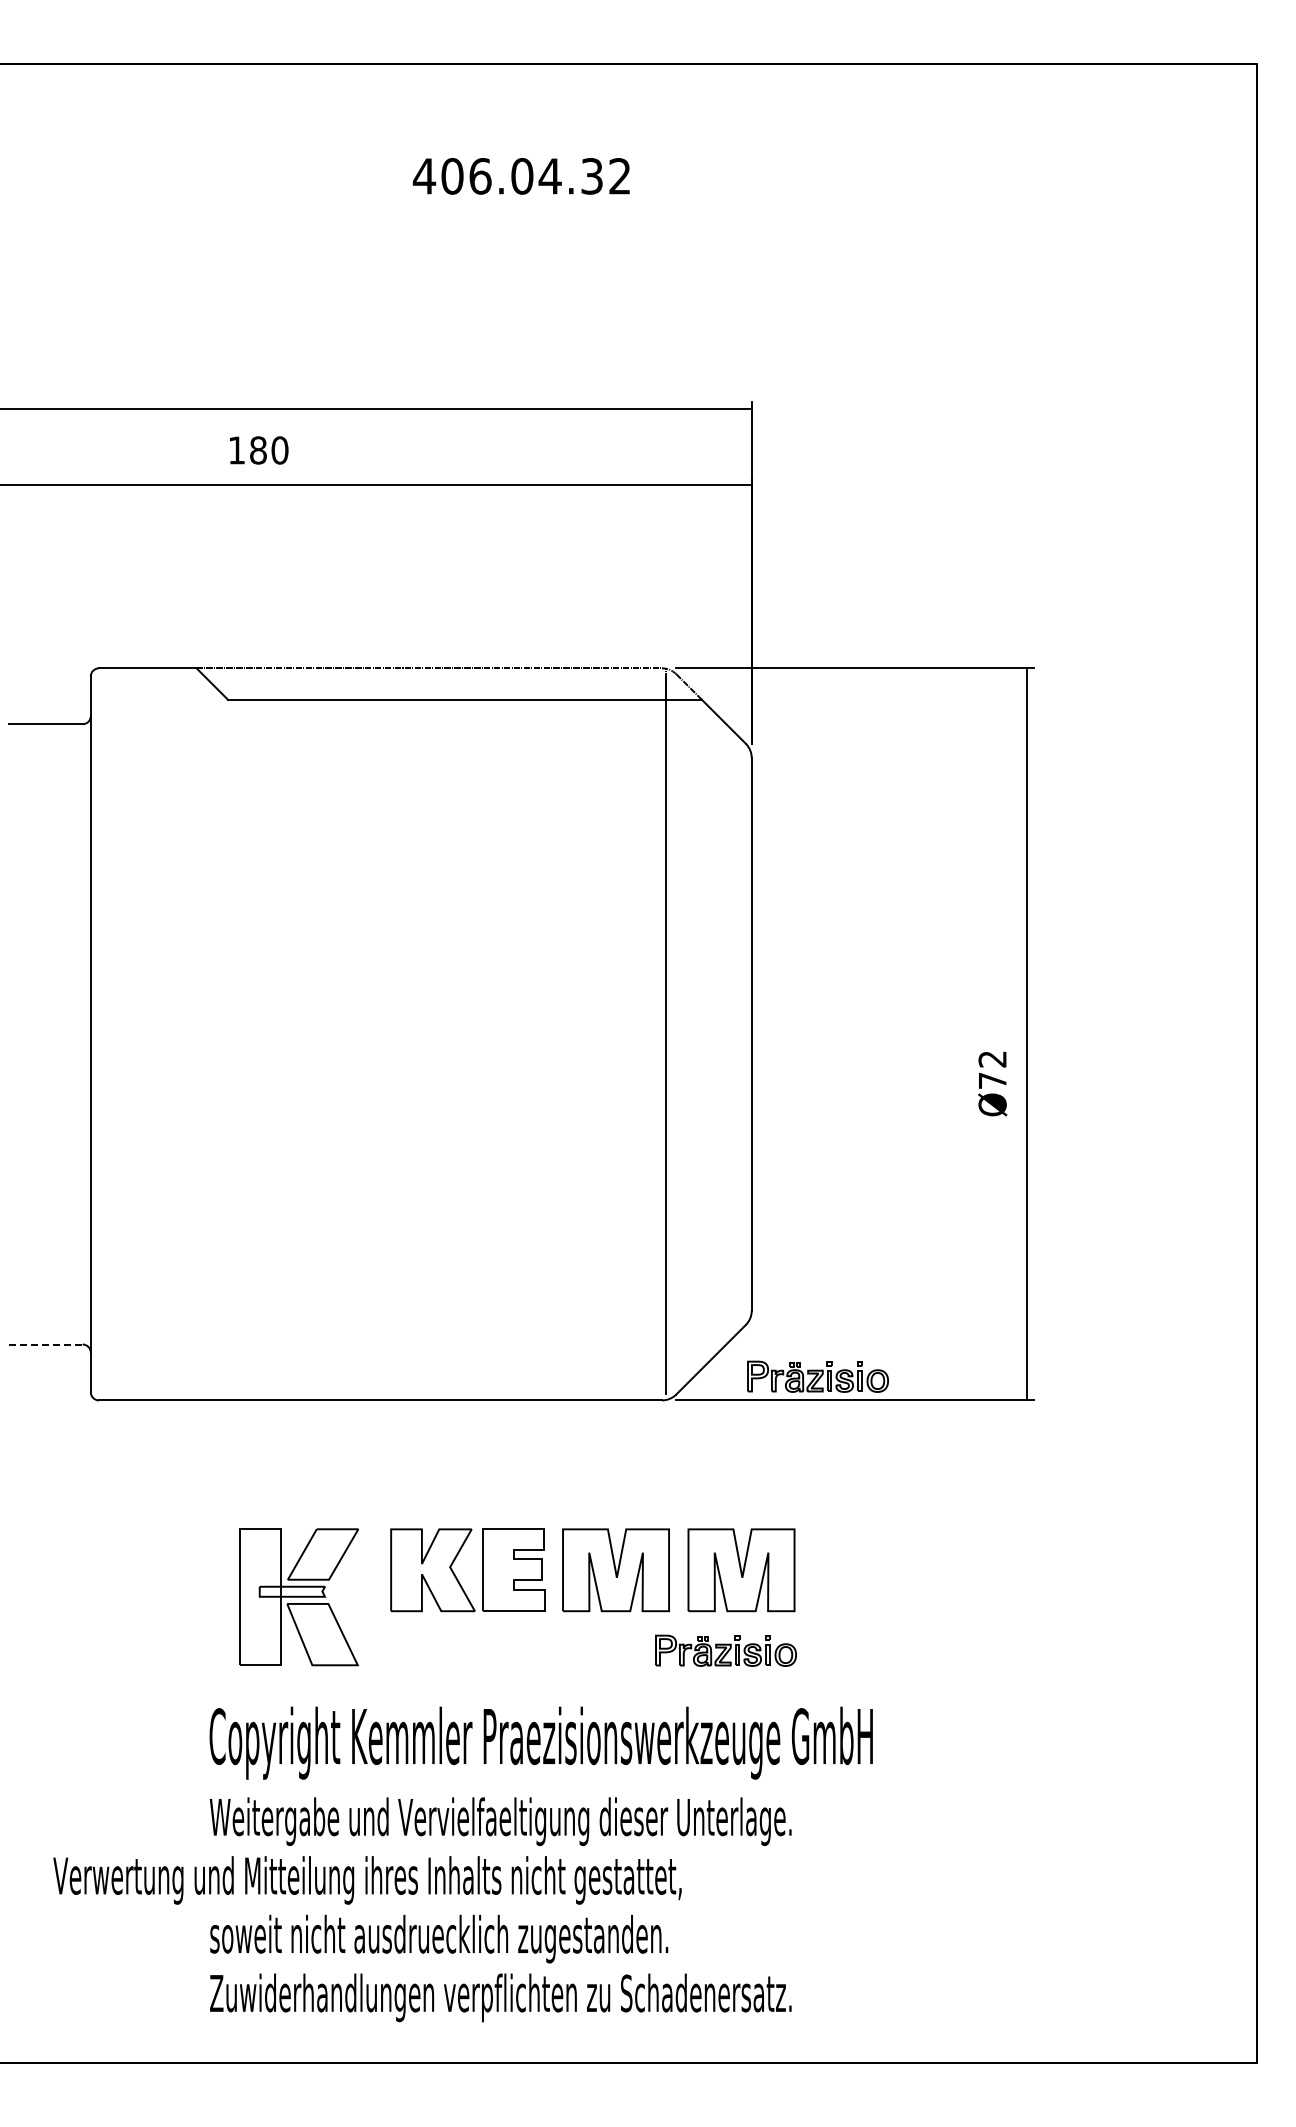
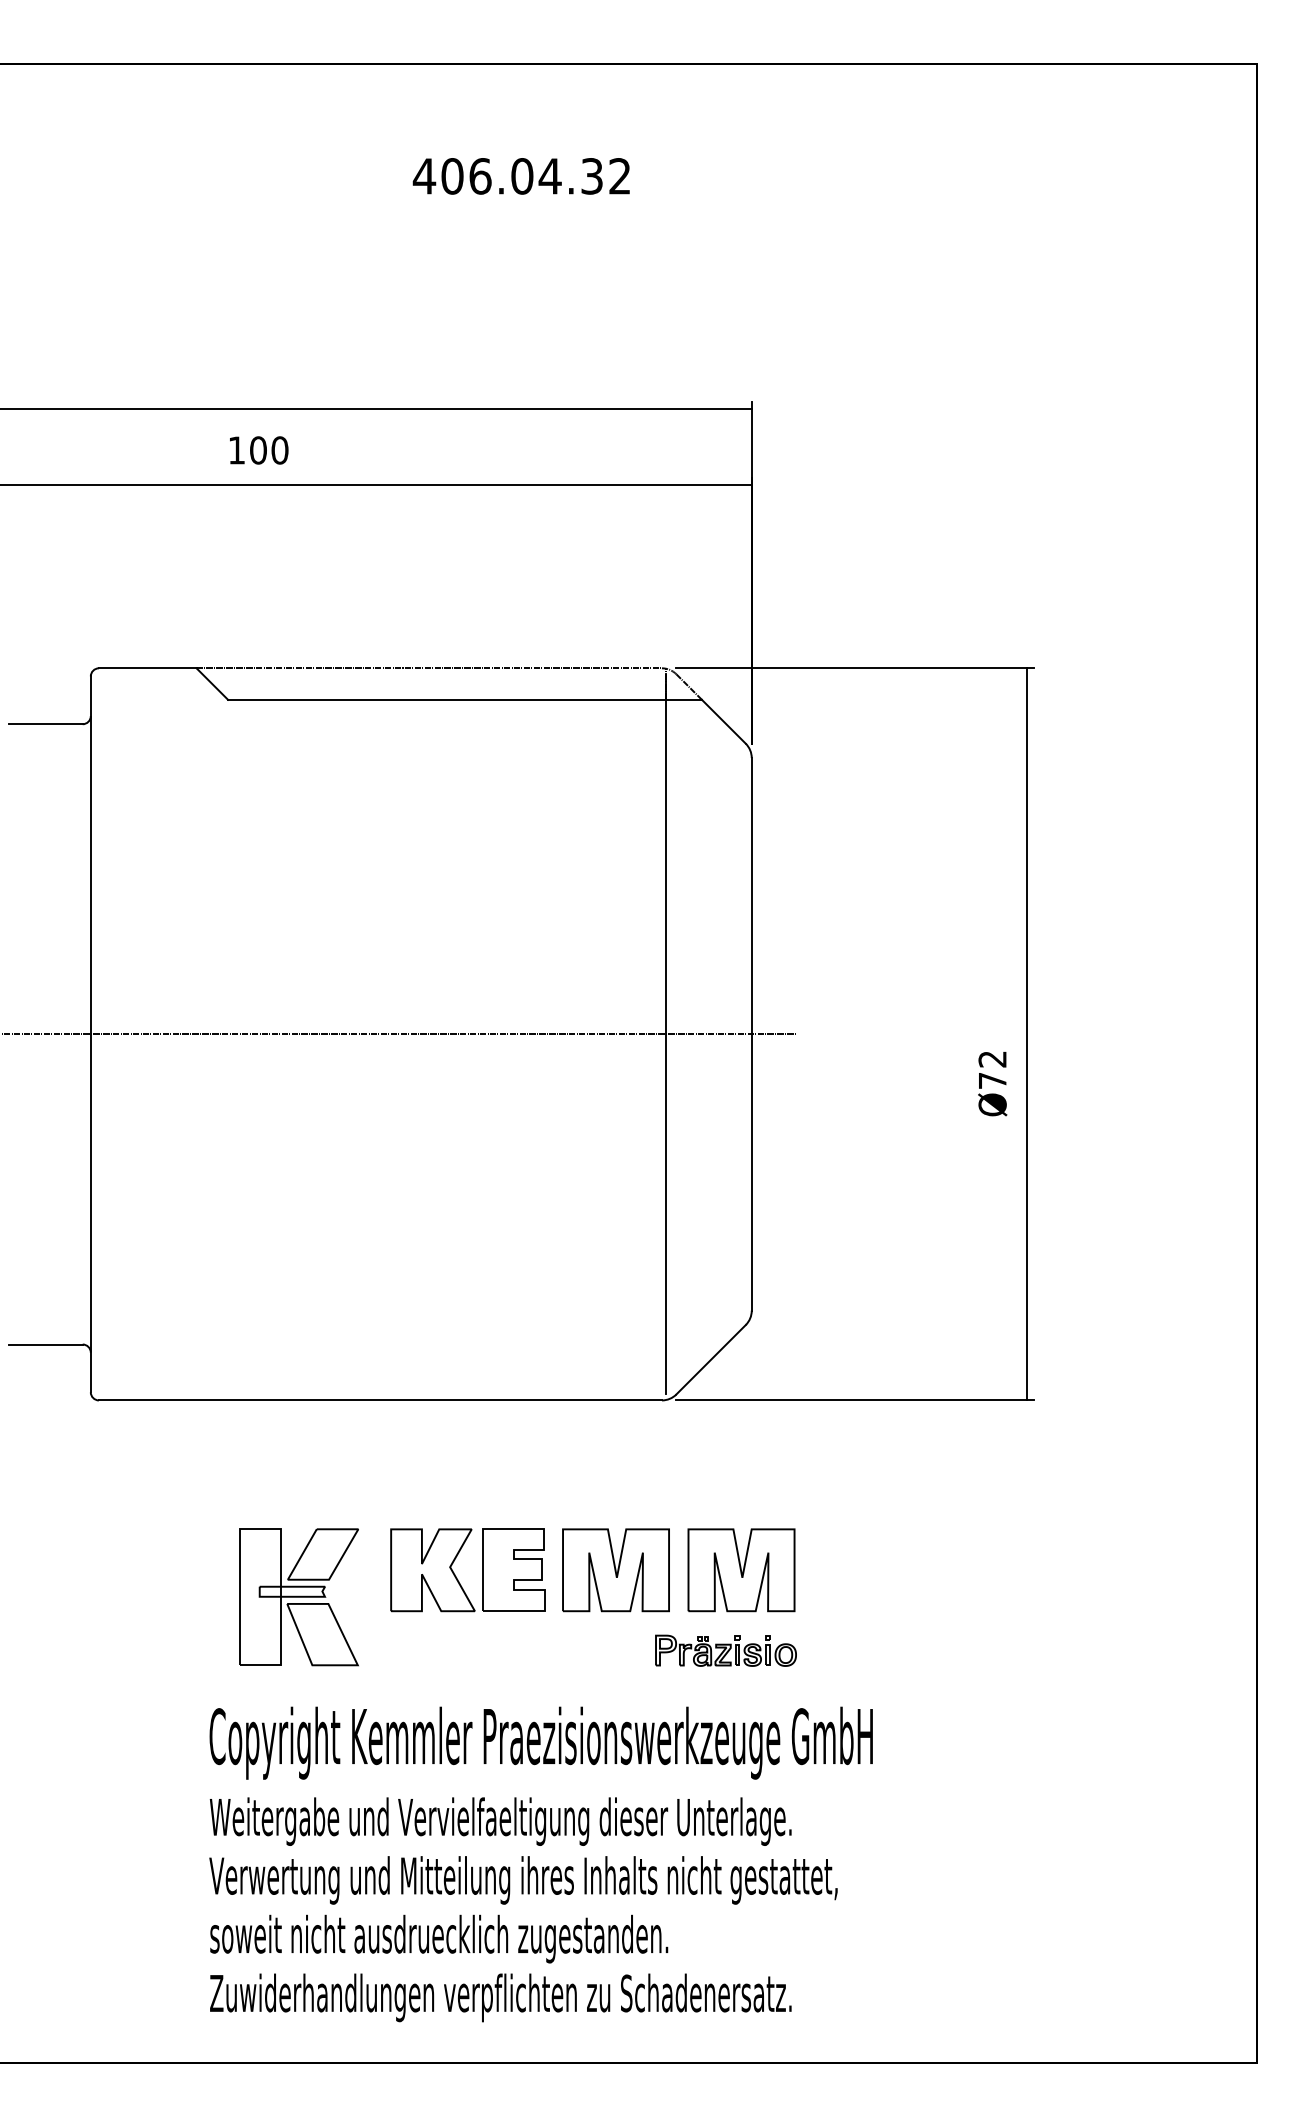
text at (258, 450): 180 -> 100
line at (399, 1034): none -> present
line at (46, 1344): dashed -> solid
part at (817, 1376): present -> none
text at (367, 1880) position: (367, 1880) -> (523, 1880)
